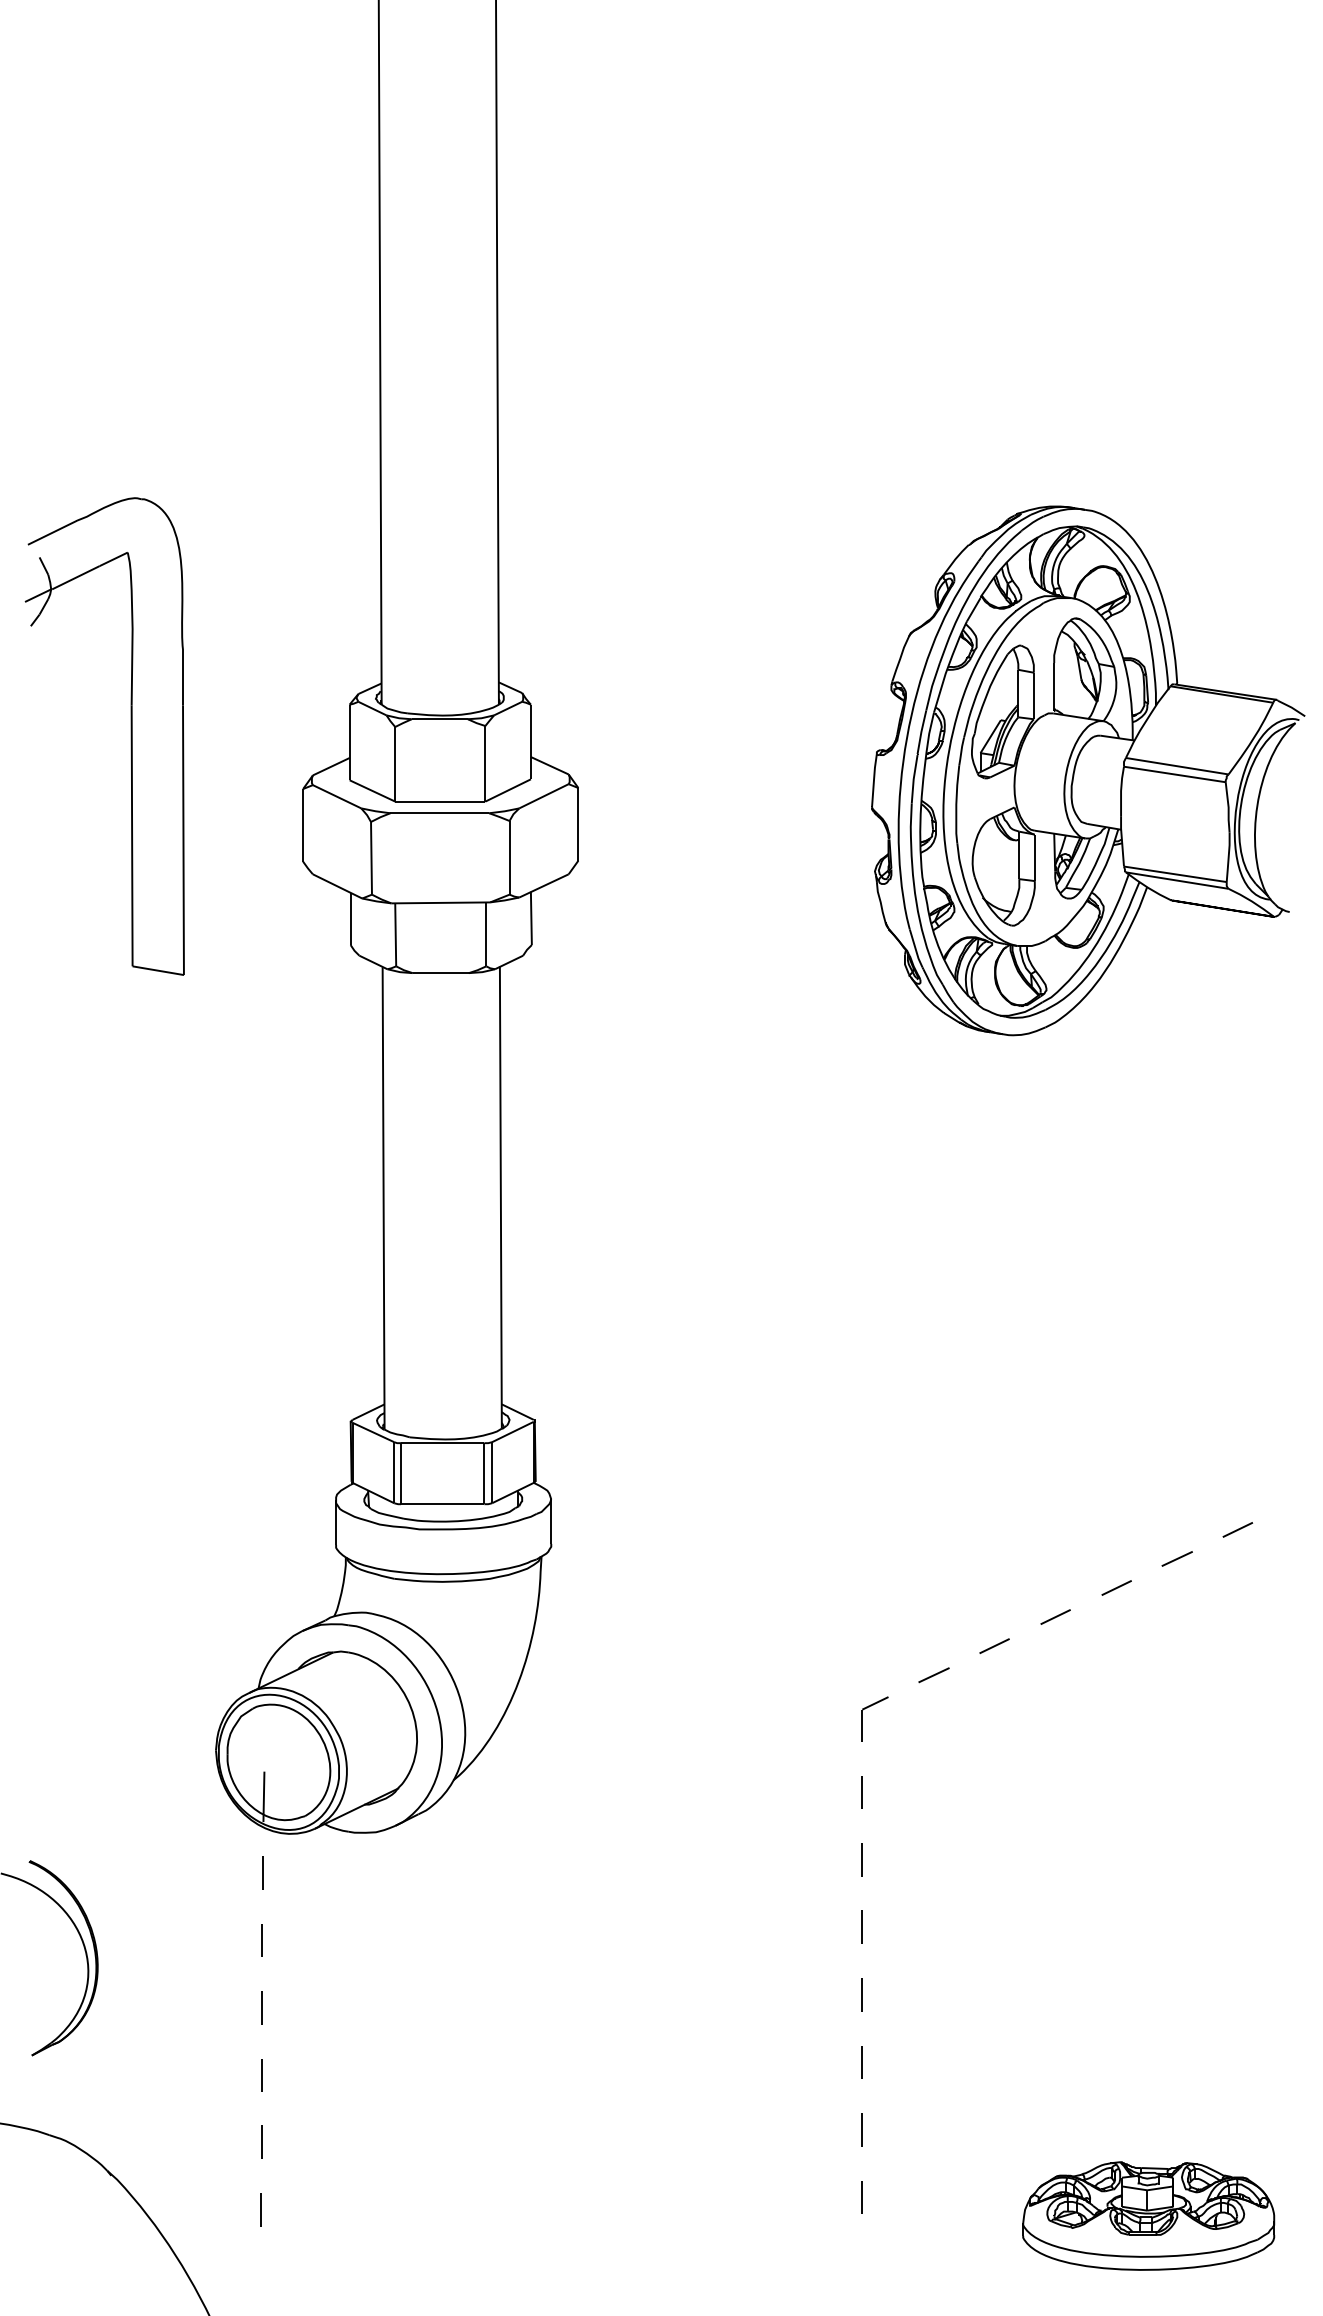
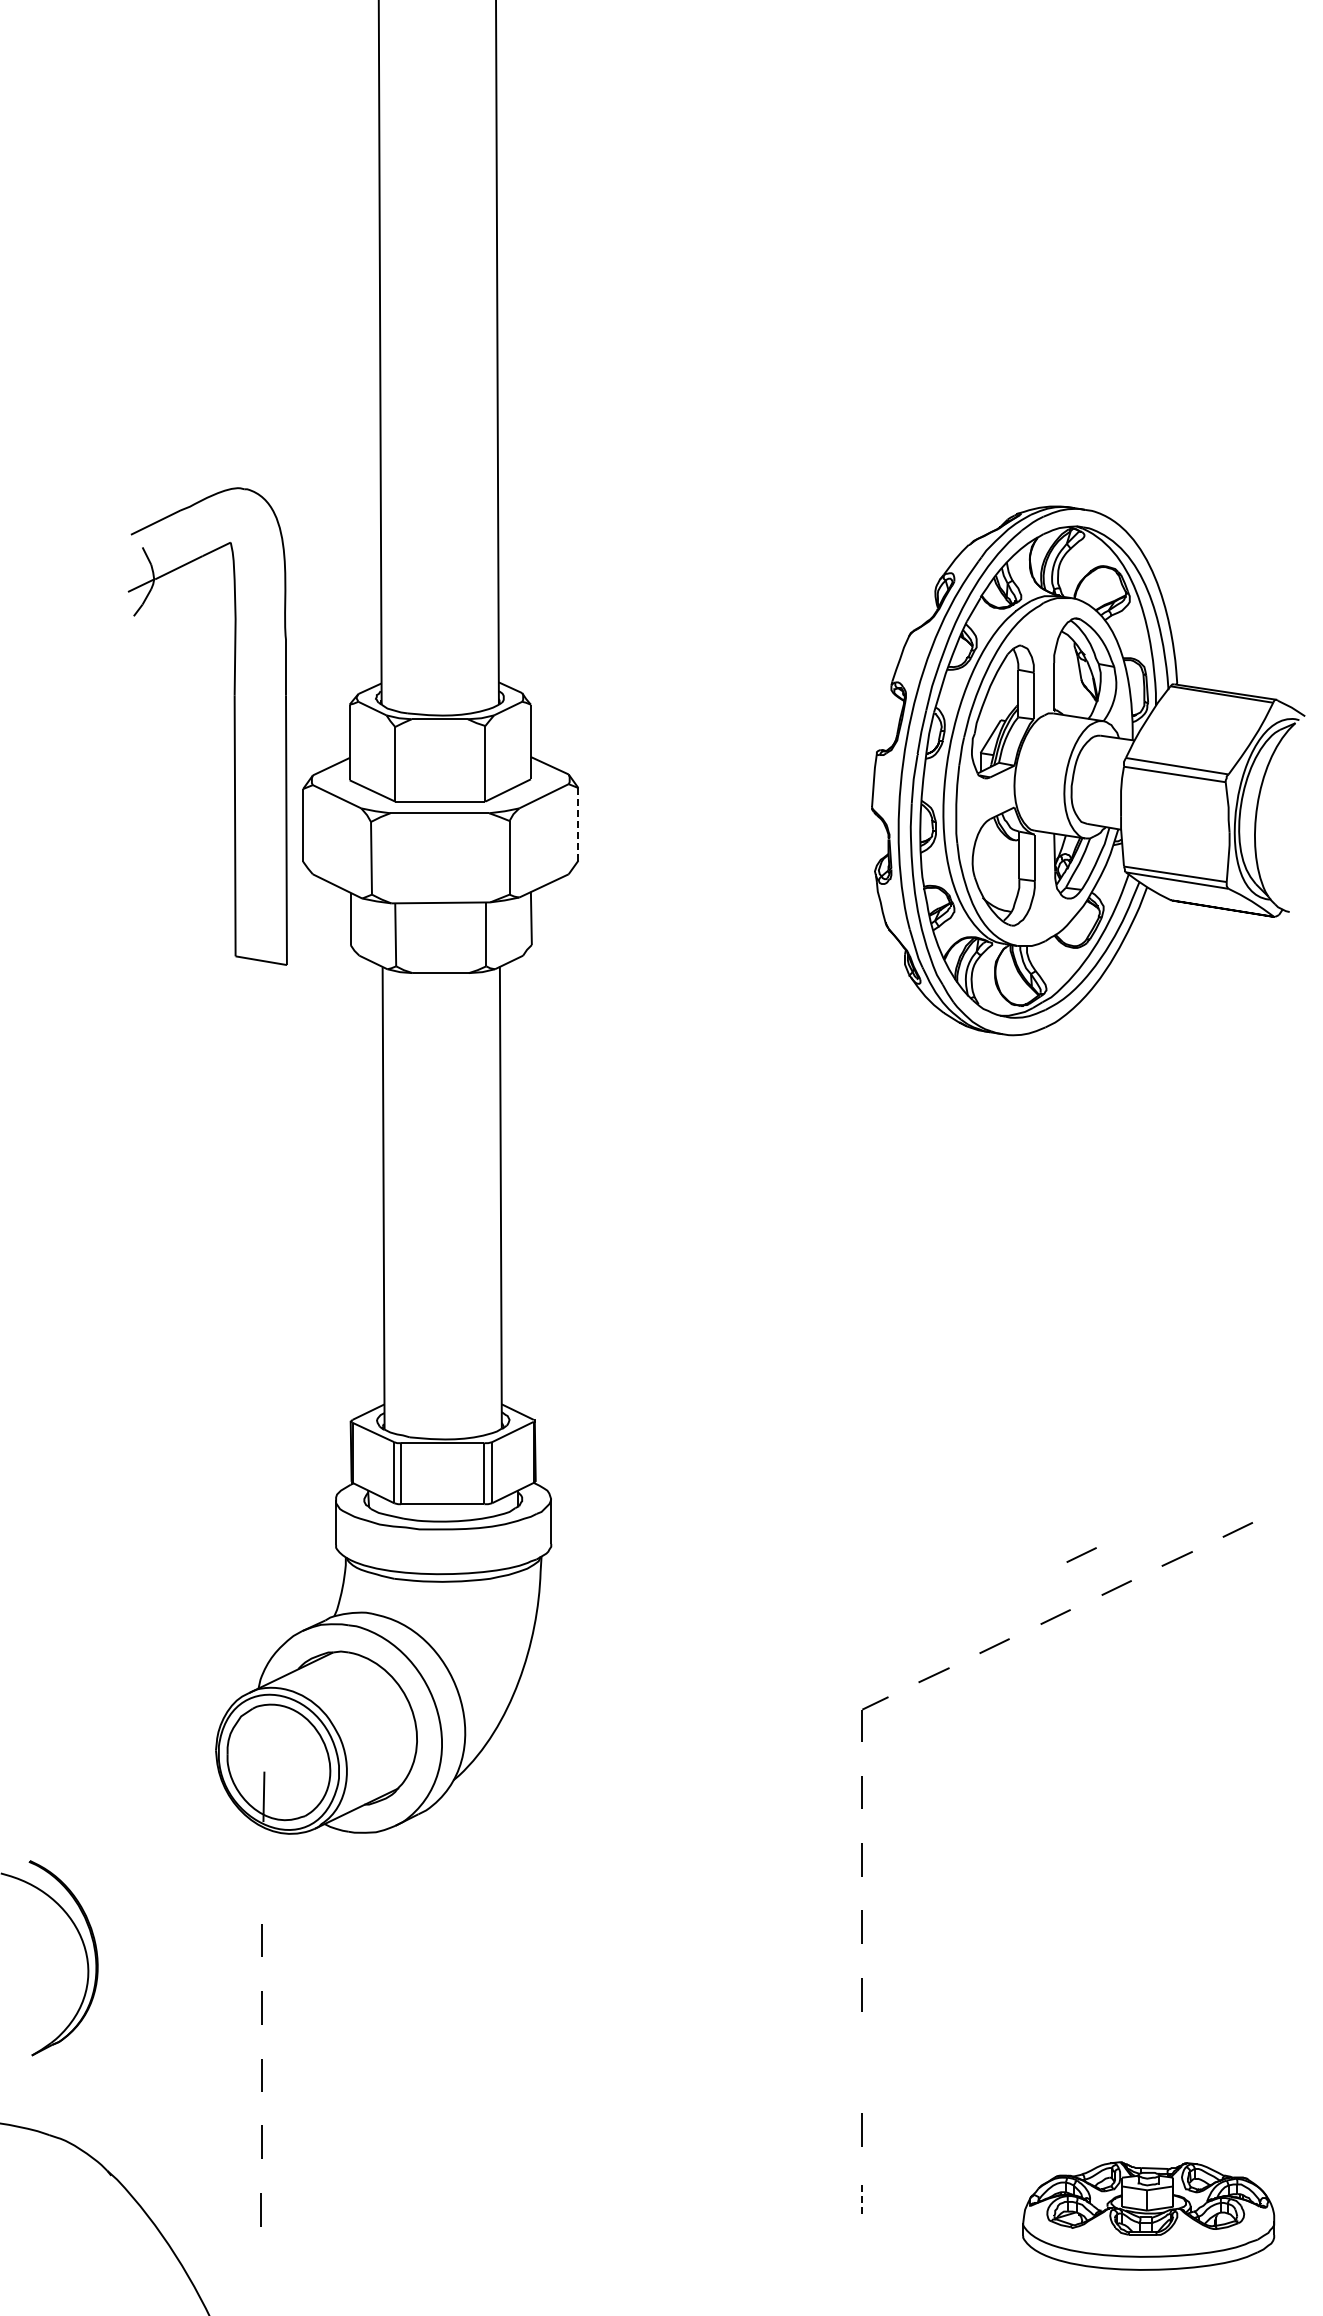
part at (130, 736) position: (130, 736) -> (233, 726)
line at (578, 823): solid -> dashed
line at (1081, 1554): none -> present
line at (262, 1872): present -> none
line at (861, 2062): present -> none
line at (862, 2196): solid -> dashed
